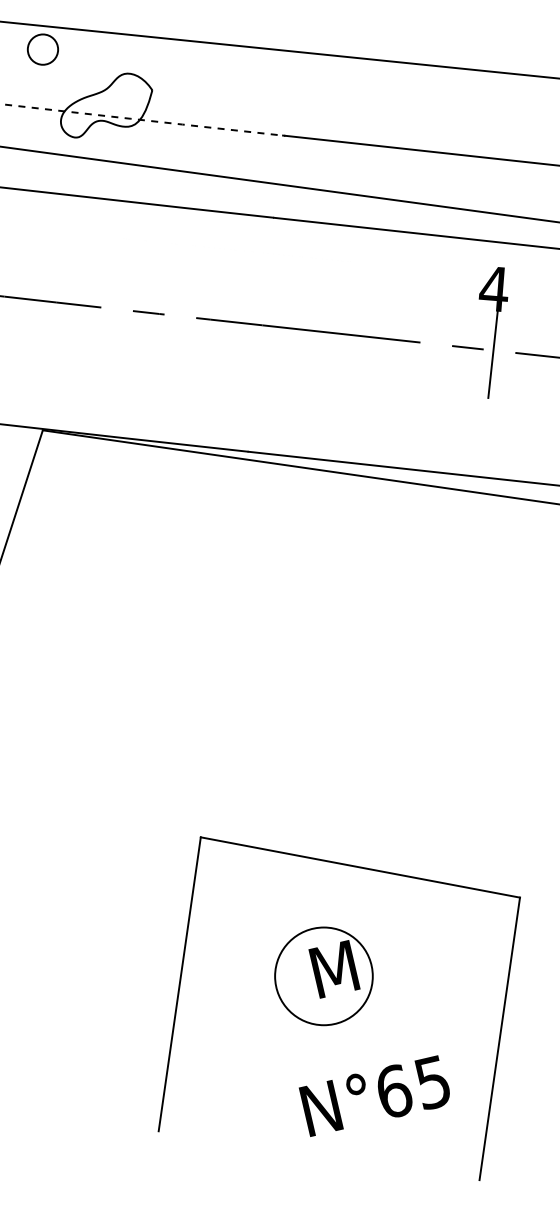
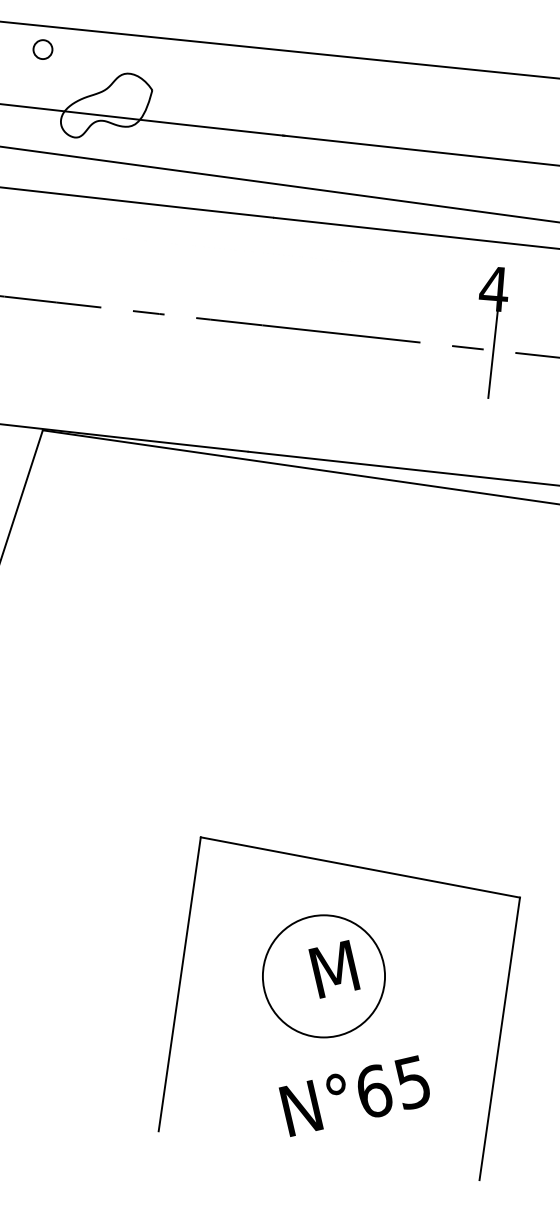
circle at (42, 49) diameter: 30 px -> 19 px
arc at (142, 120): dashed -> solid
circle at (323, 976) diameter: 98 px -> 122 px
text at (374, 1095) position: (374, 1095) -> (354, 1095)
